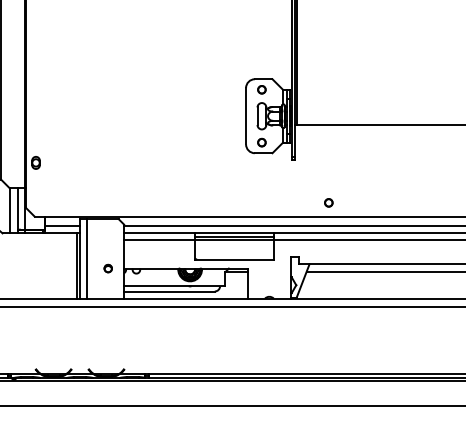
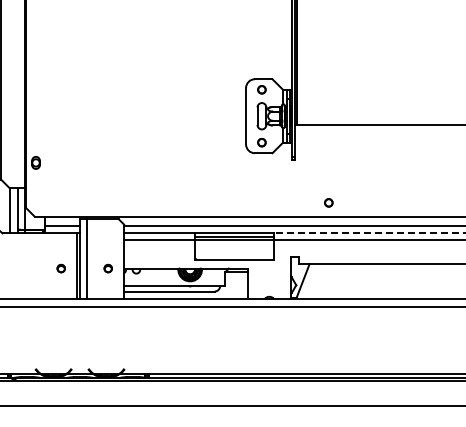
line at (369, 233): solid -> dashed
part at (60, 268): none -> present
line at (384, 272): present -> none
